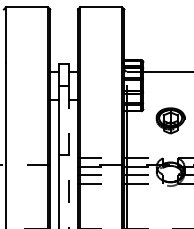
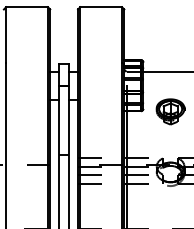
part at (170, 120) position: (170, 120) -> (170, 111)
line at (68, 157): dashed -> solid
